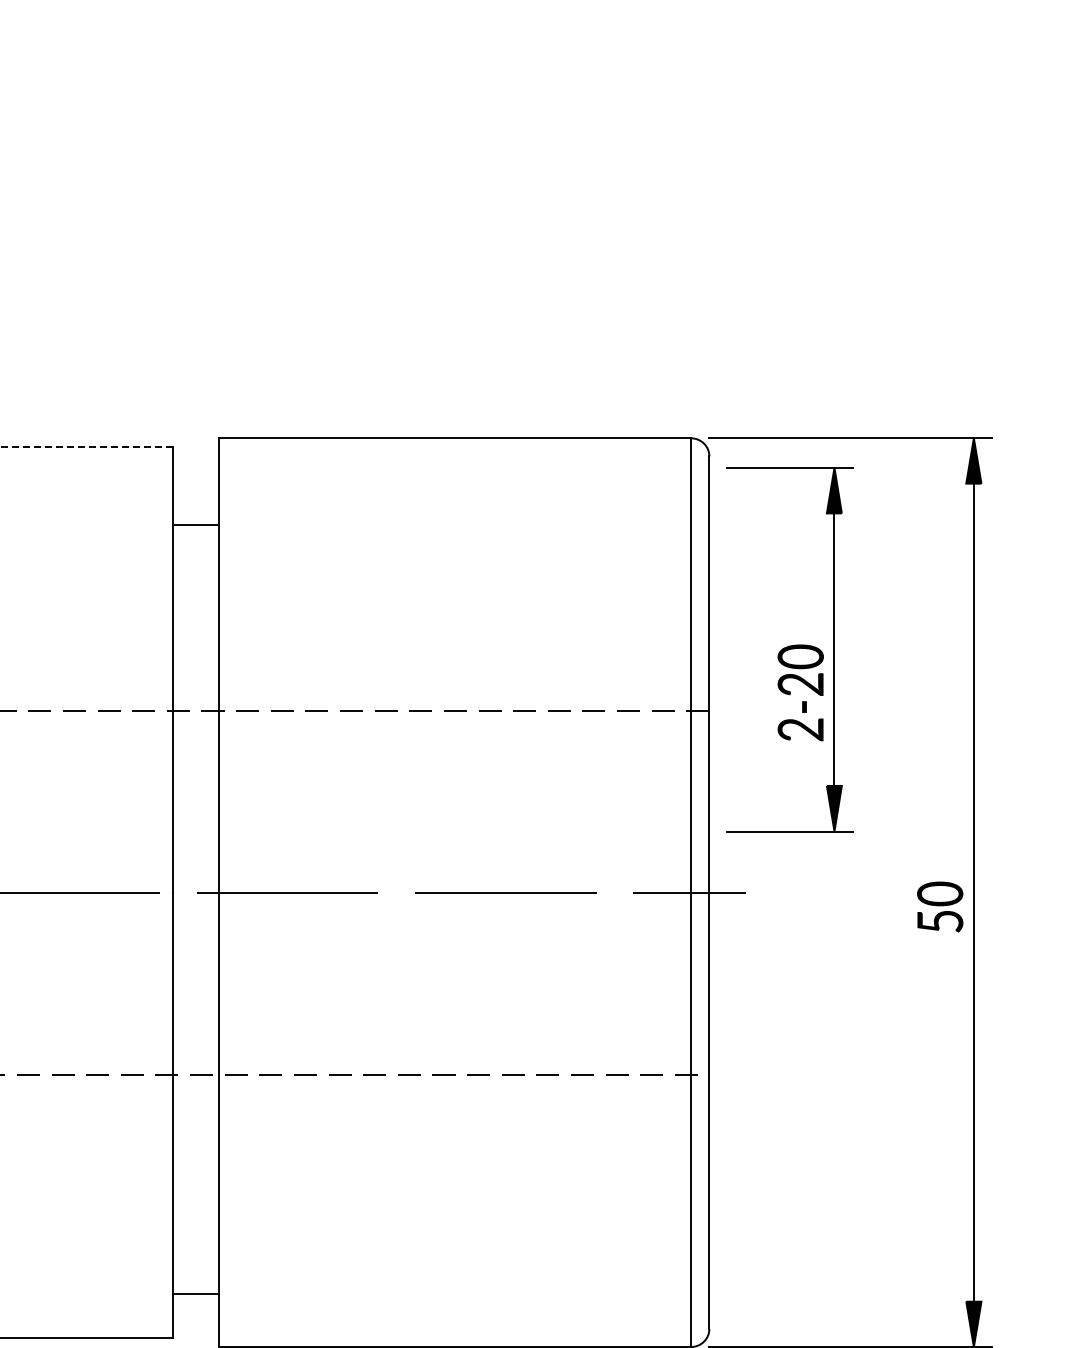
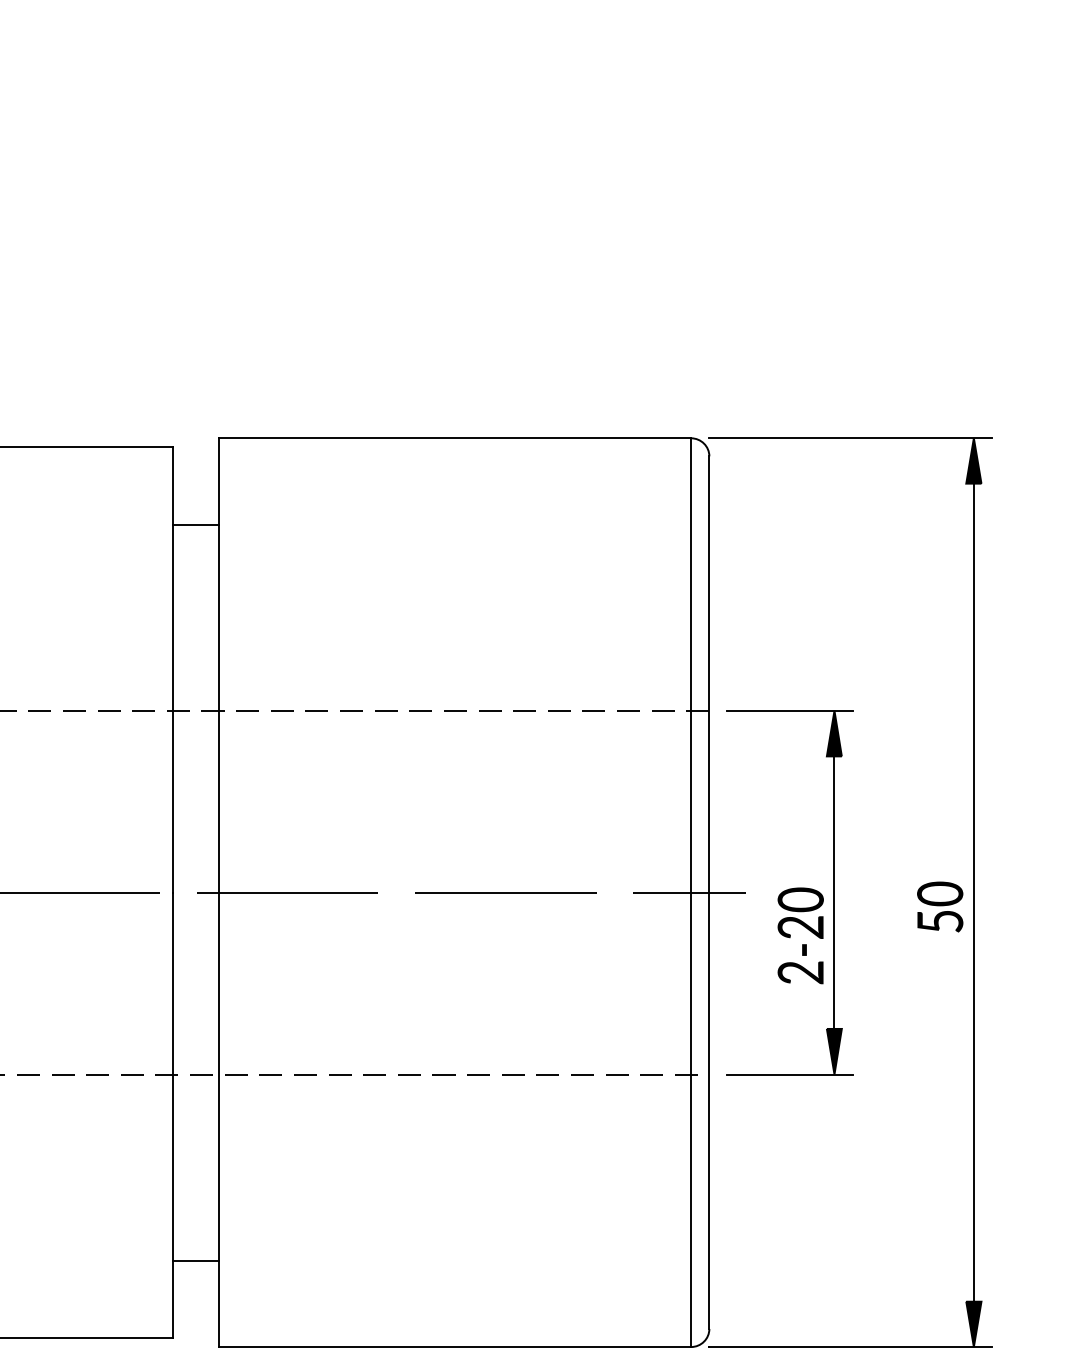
line at (86, 447): dashed -> solid
part at (789, 649) position: (789, 649) -> (789, 892)
line at (195, 1293) position: (195, 1293) -> (195, 1260)
